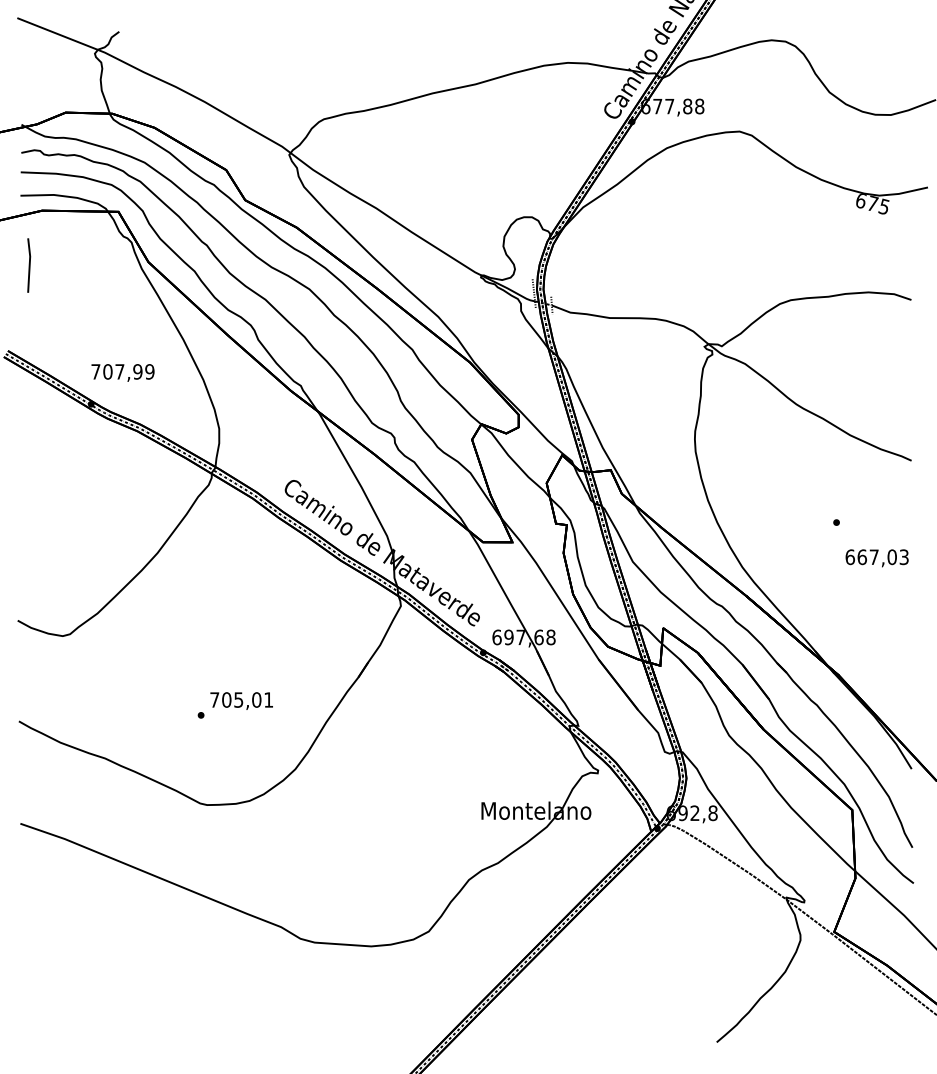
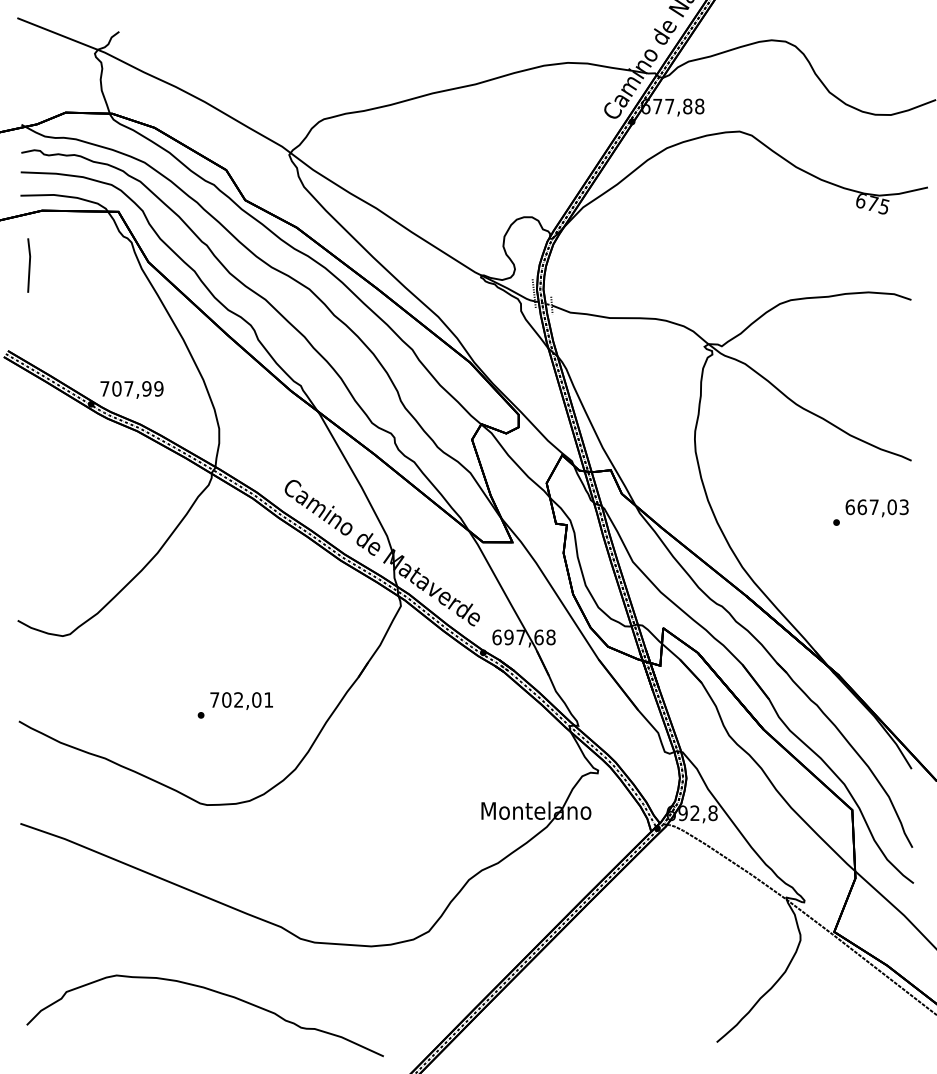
text at (122, 372) position: (122, 372) -> (131, 389)
text at (876, 558) position: (876, 558) -> (876, 508)
text at (238, 699): 705,01 -> 702,01
curve at (211, 991): none -> present
